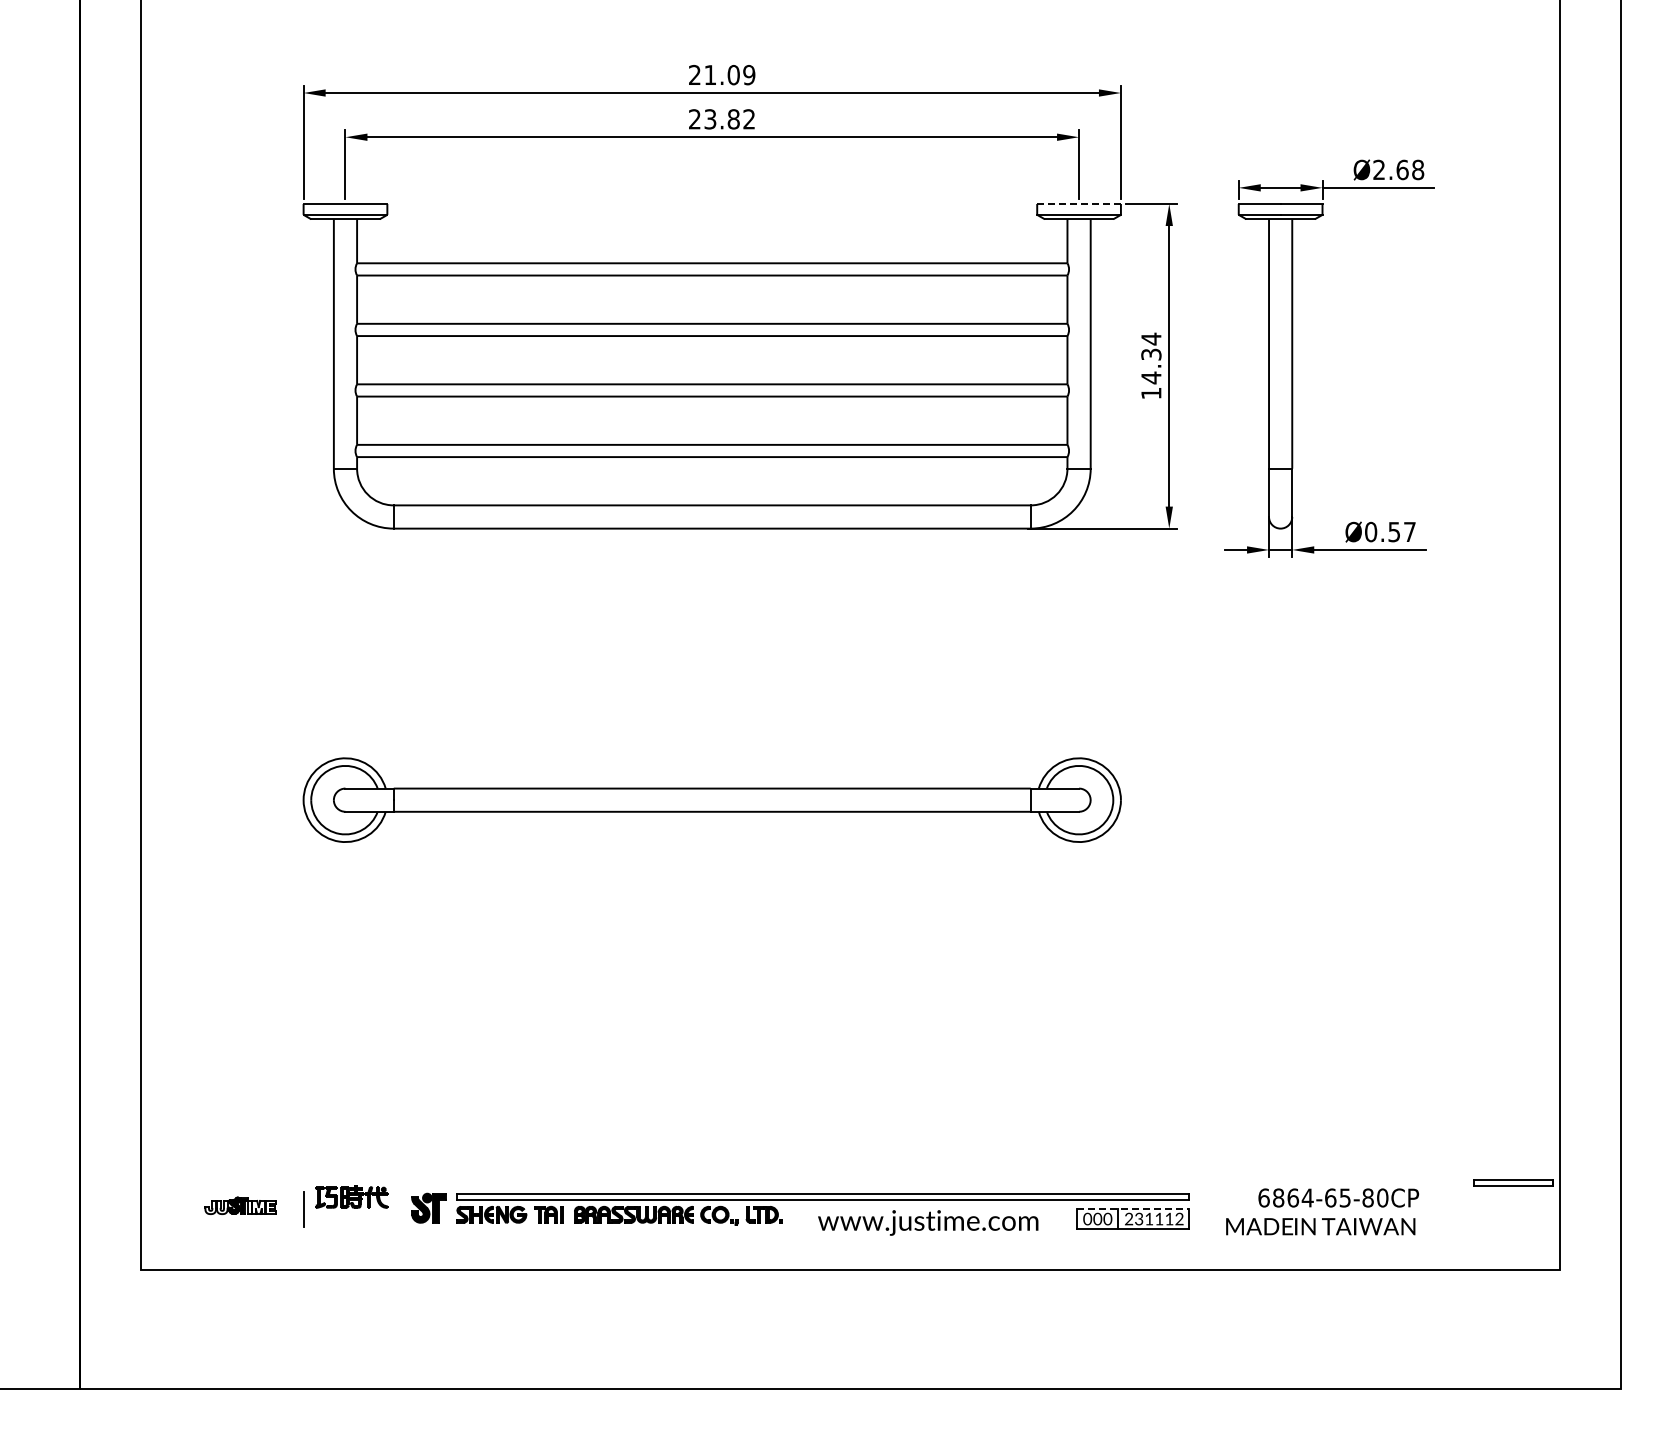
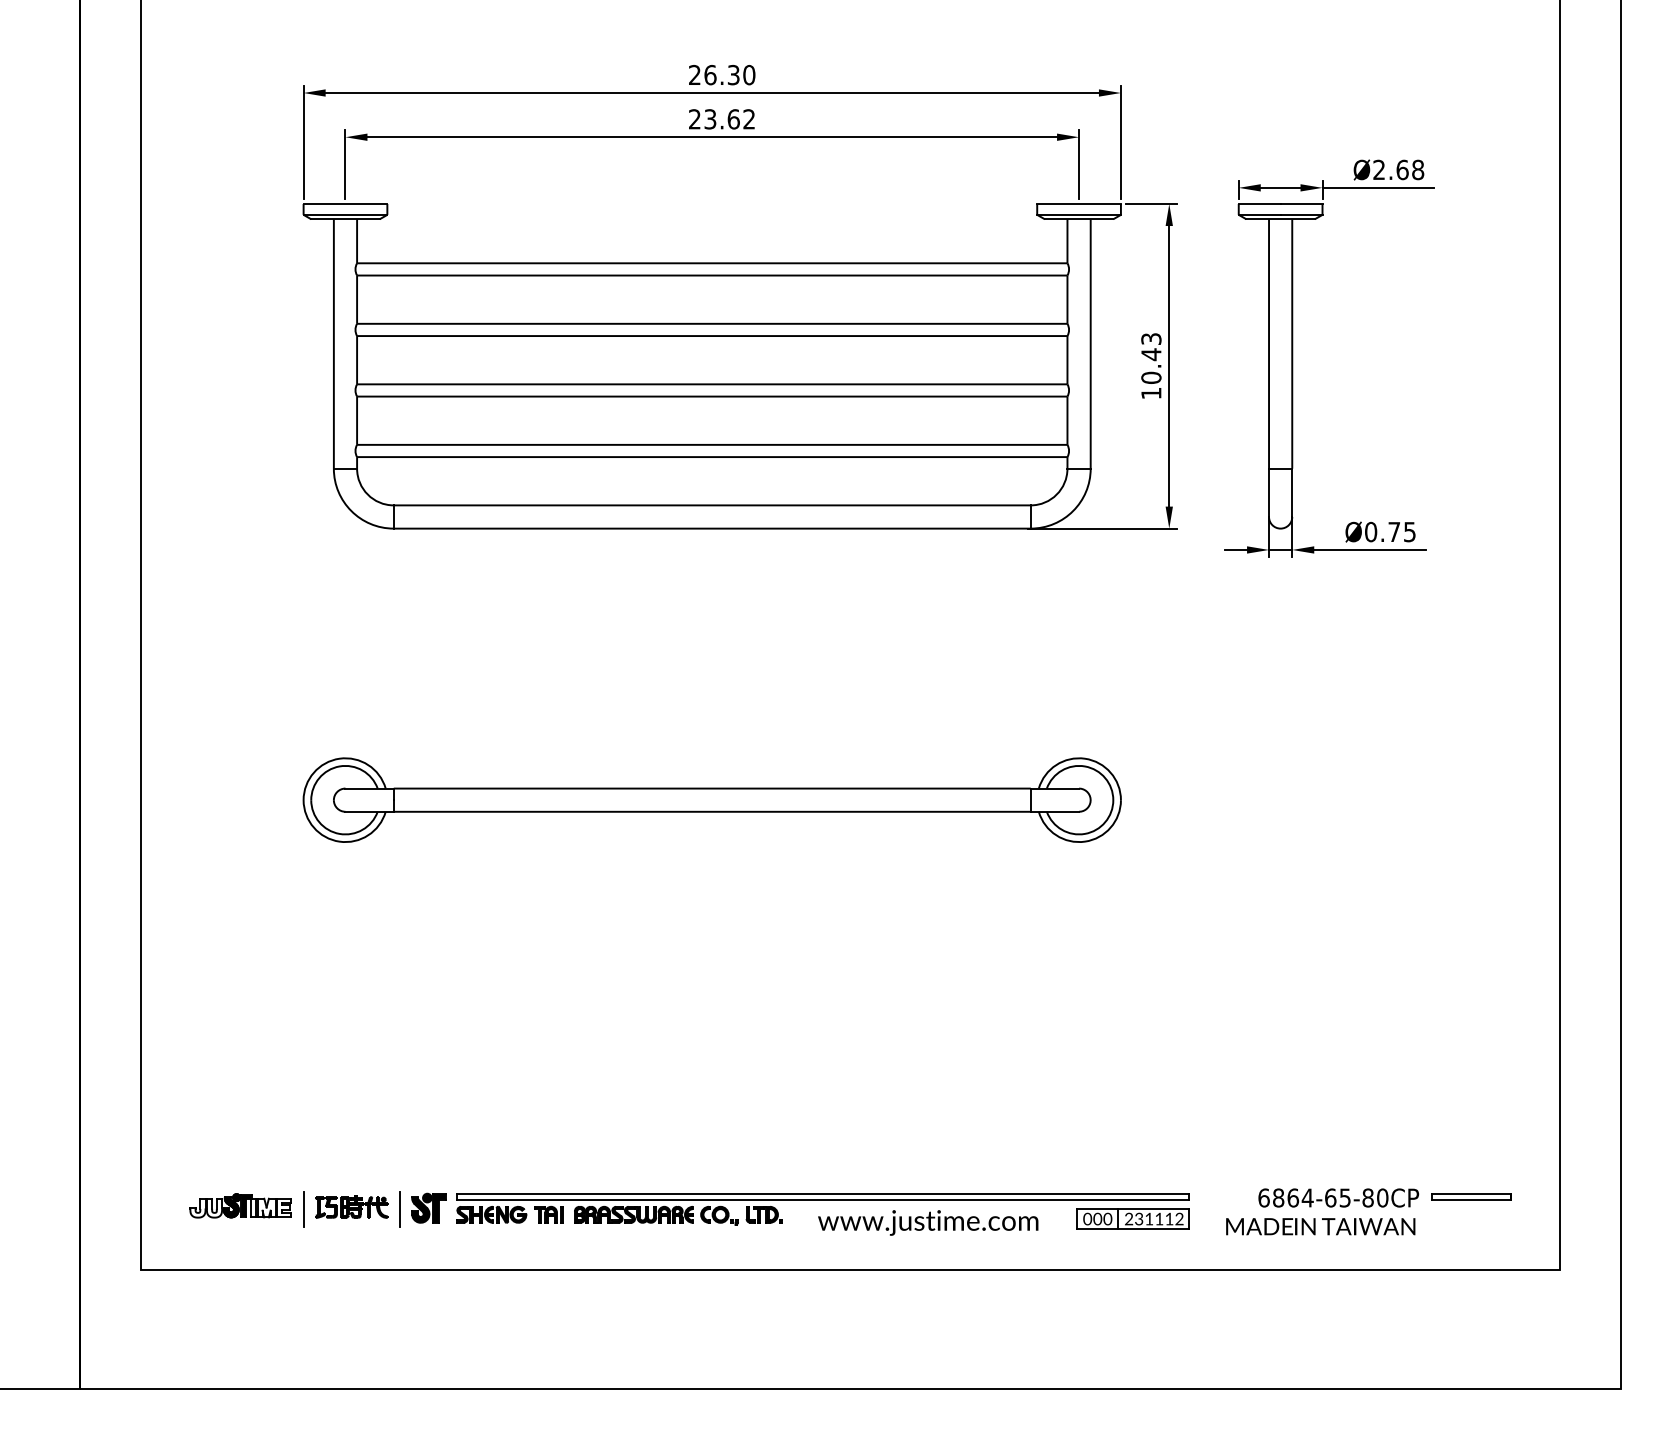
text at (729, 75): 21.09 -> 26.30
text at (733, 119): 23.82 -> 23.62
line at (1079, 204): dashed -> solid
text at (1151, 358): 14.34 -> 10.43
text at (1401, 532): Ø0.57 -> Ø0.75
part at (1513, 1182) position: (1513, 1182) -> (1471, 1196)
part at (351, 1196) position: (351, 1196) -> (351, 1206)
part at (240, 1205) size: 73x19 px -> 103x26 px
line at (399, 1208): none -> present
line at (1133, 1208): dashed -> solid
